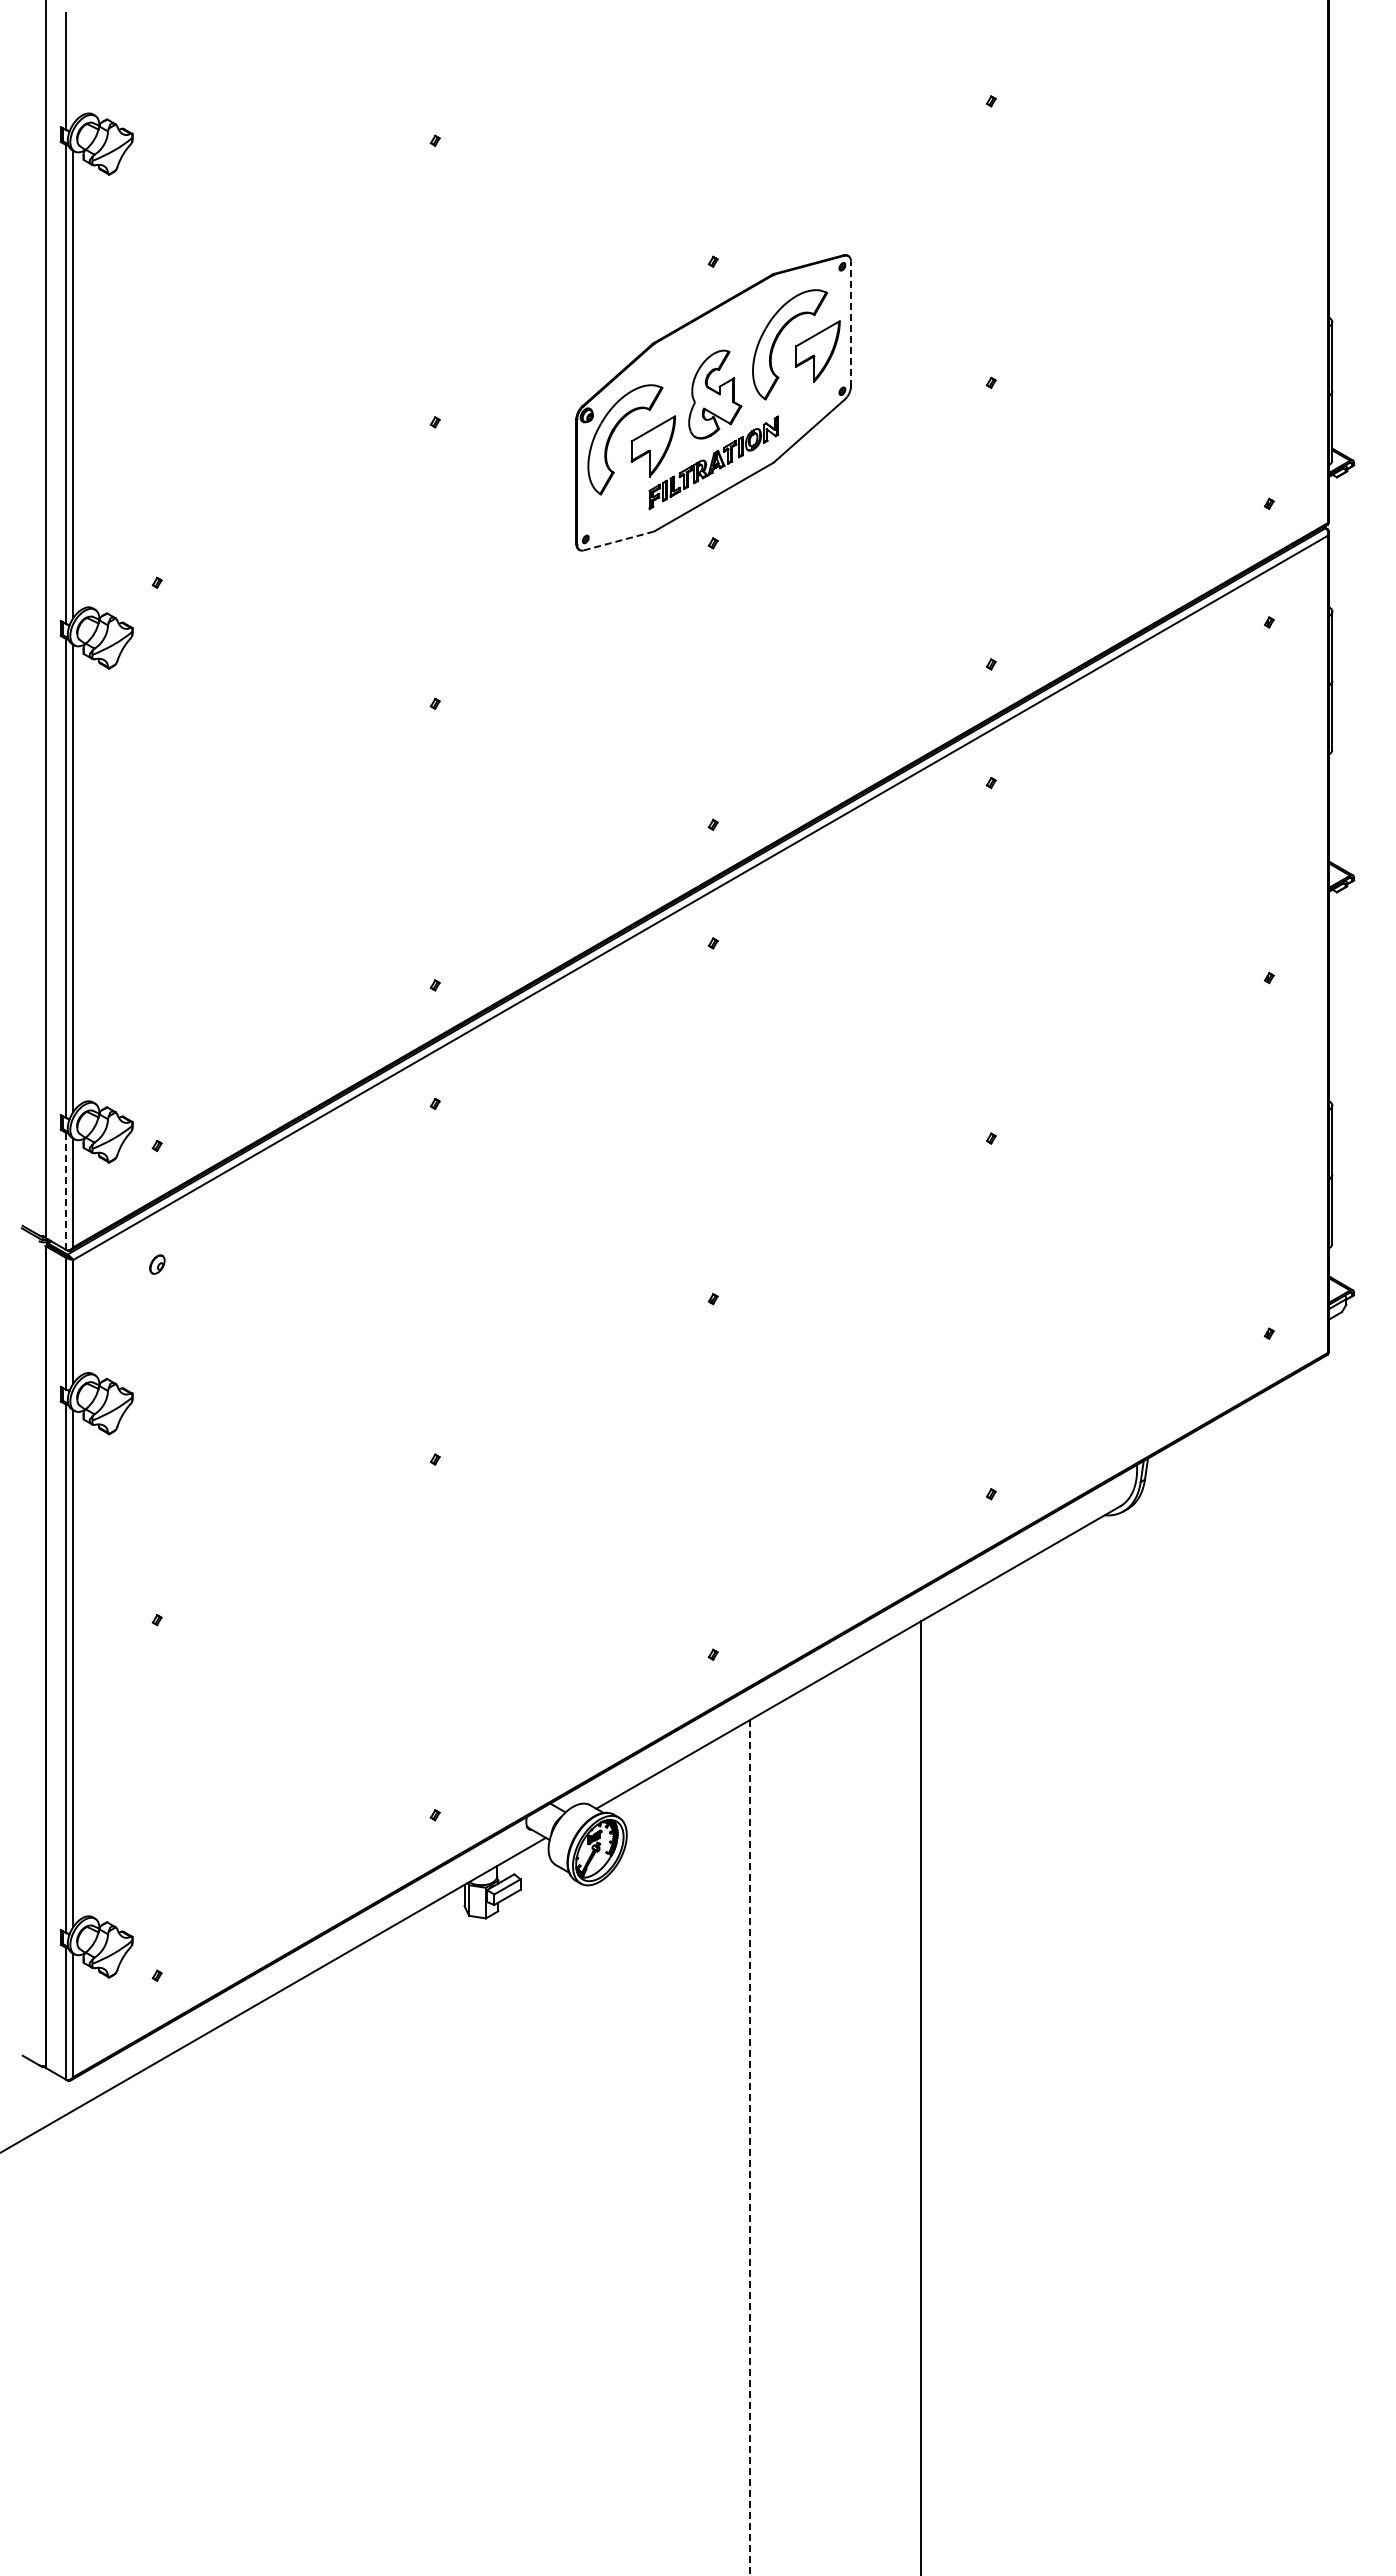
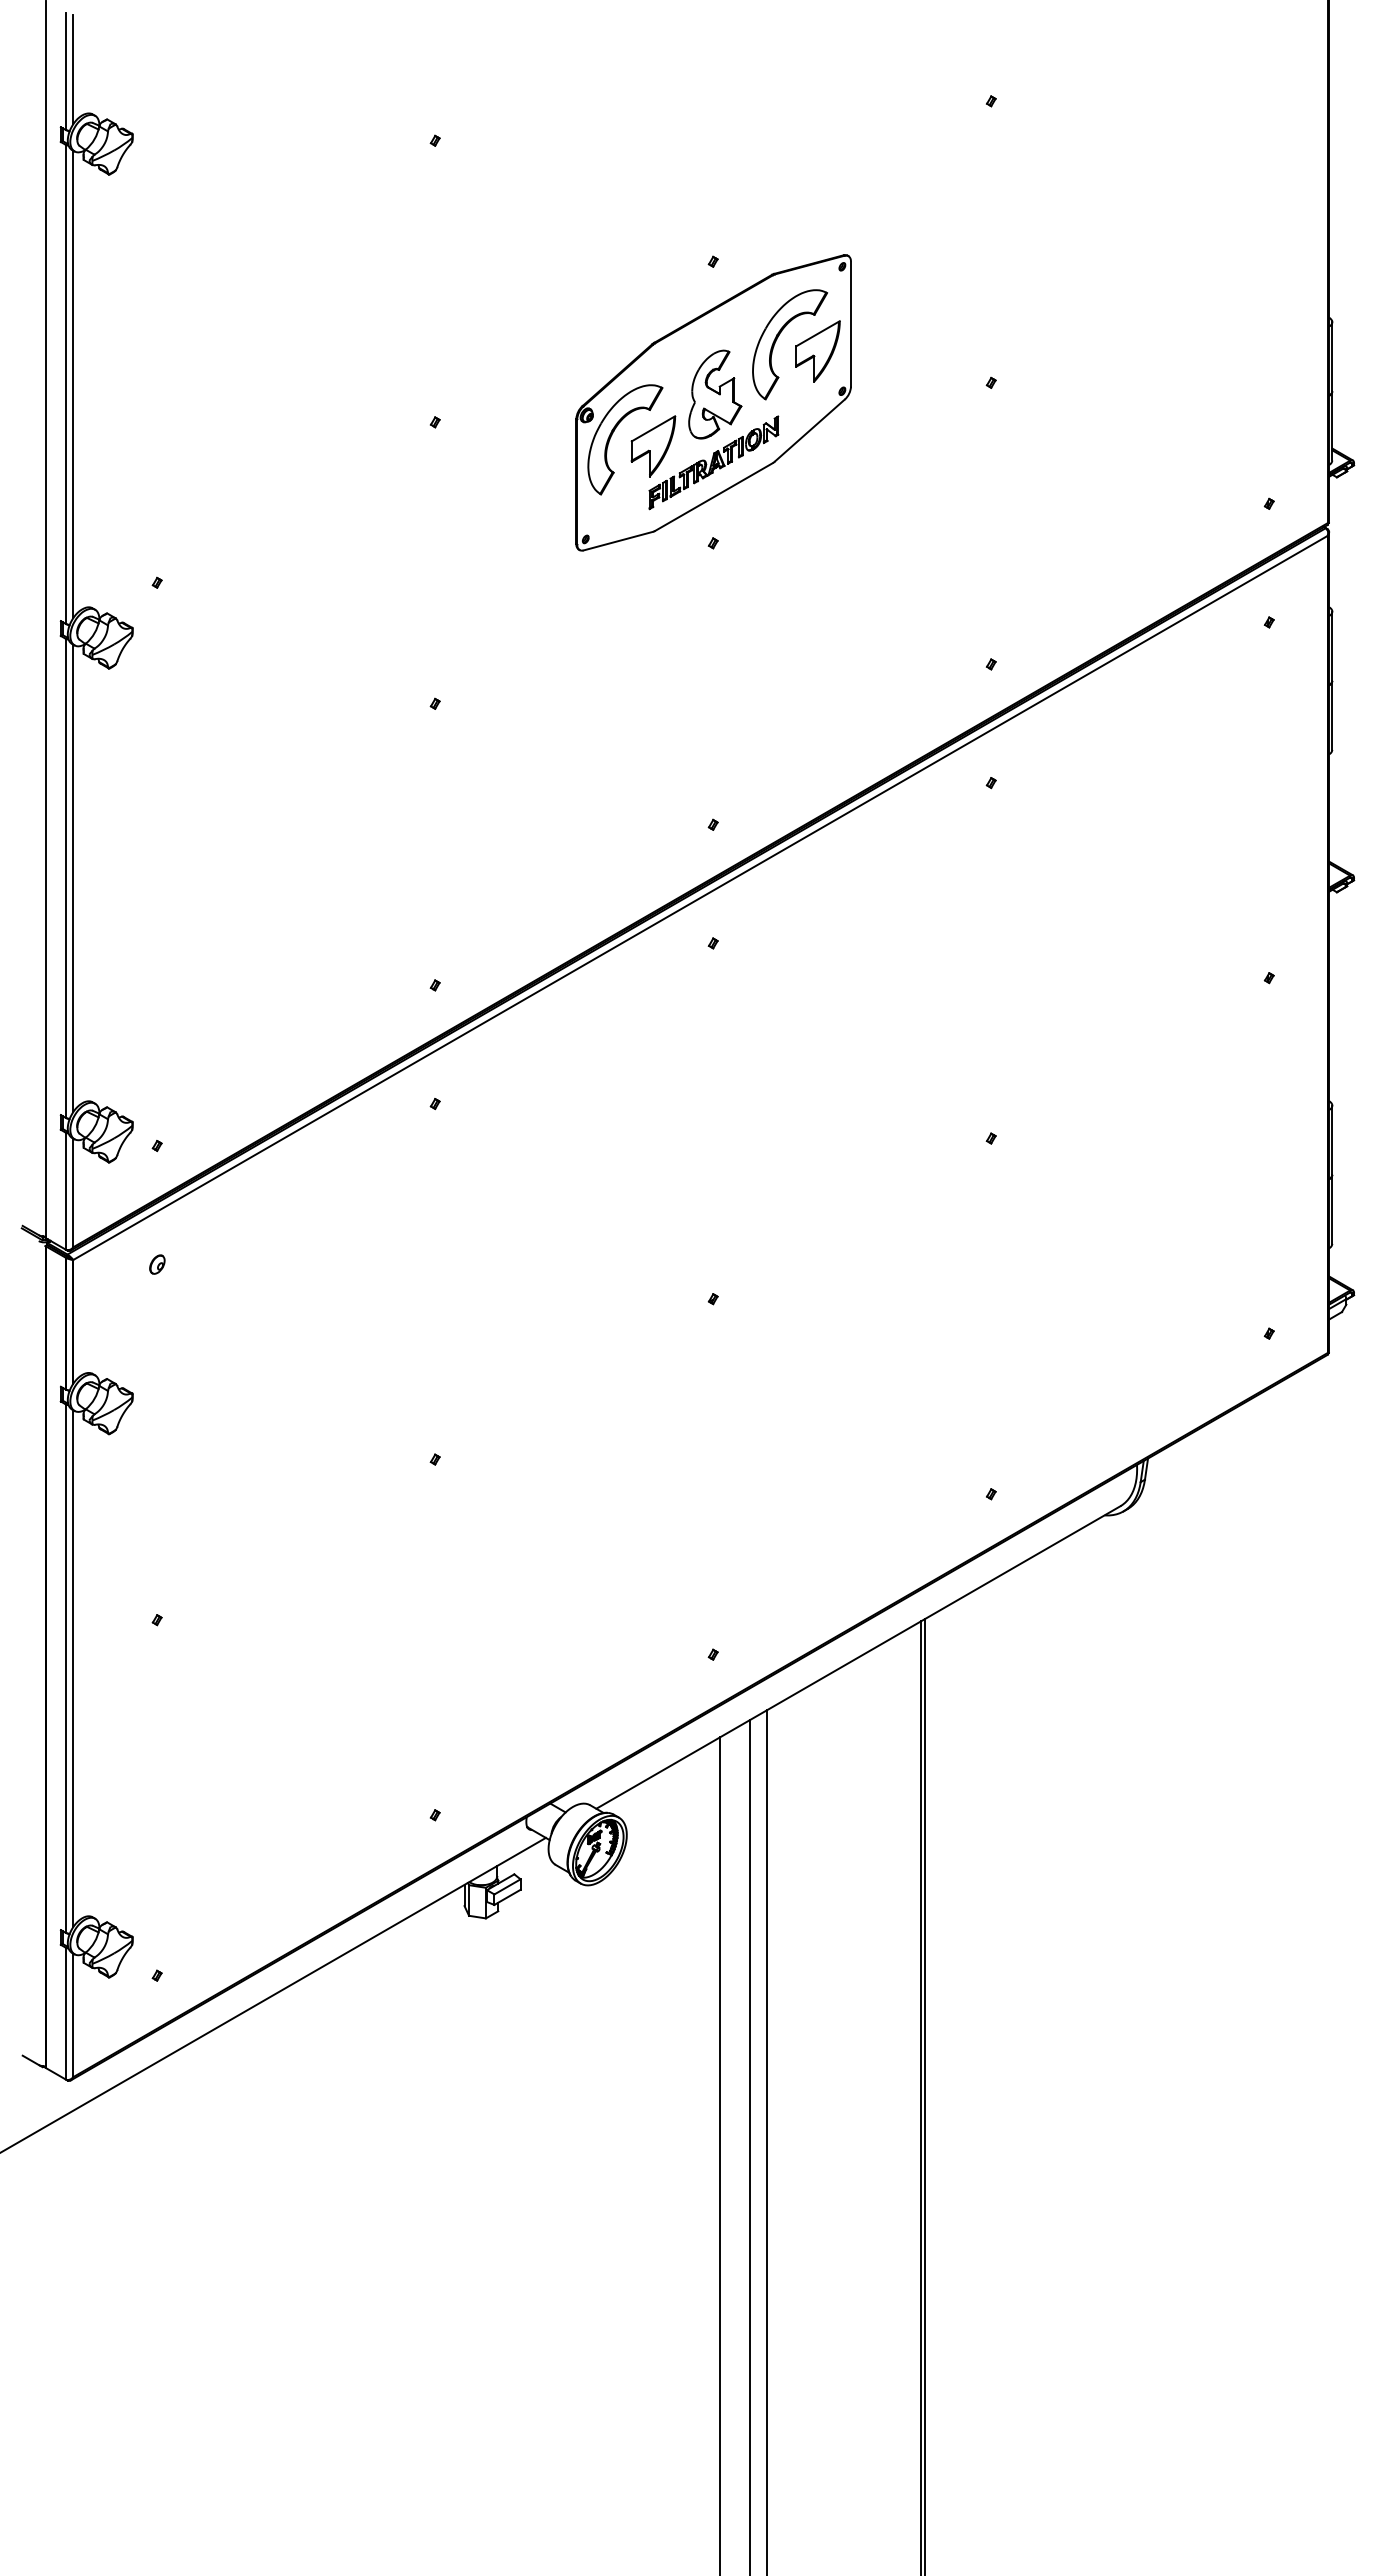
line at (73, 69): none -> present
line at (850, 323): dashed -> solid
line at (618, 541): dashed -> solid
line at (65, 1191): dashed -> solid
line at (924, 2095): none -> present
line at (767, 2141): none -> present
line at (750, 2148): dashed -> solid
line at (720, 2154): none -> present
